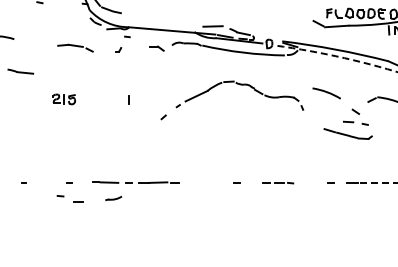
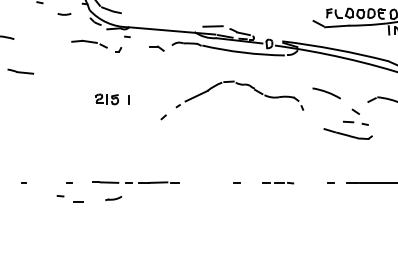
line at (64, 14): none -> present
part at (75, 47) position: (75, 47) -> (89, 43)
arc at (336, 56): dashed -> solid
part at (63, 99) position: (63, 99) -> (106, 99)
line at (378, 182): dashed -> solid
